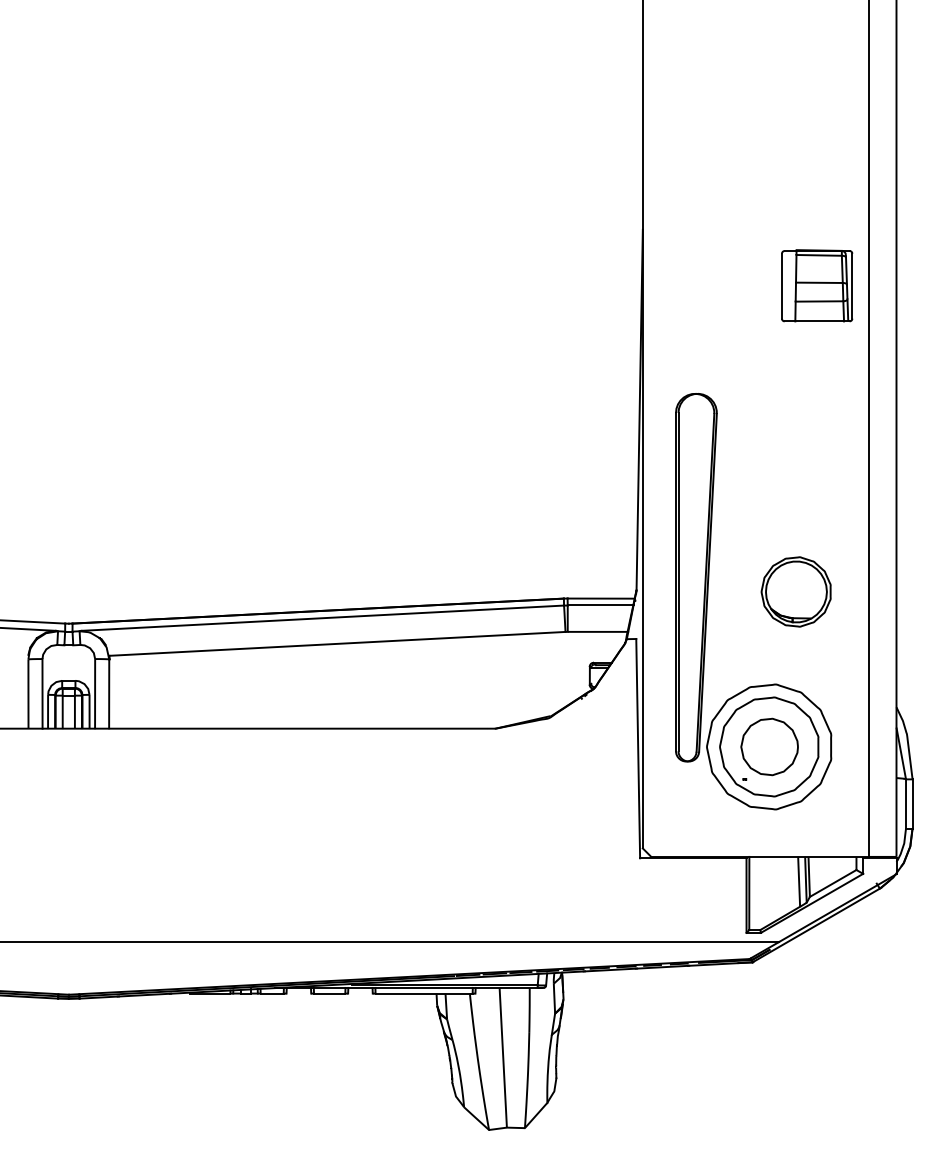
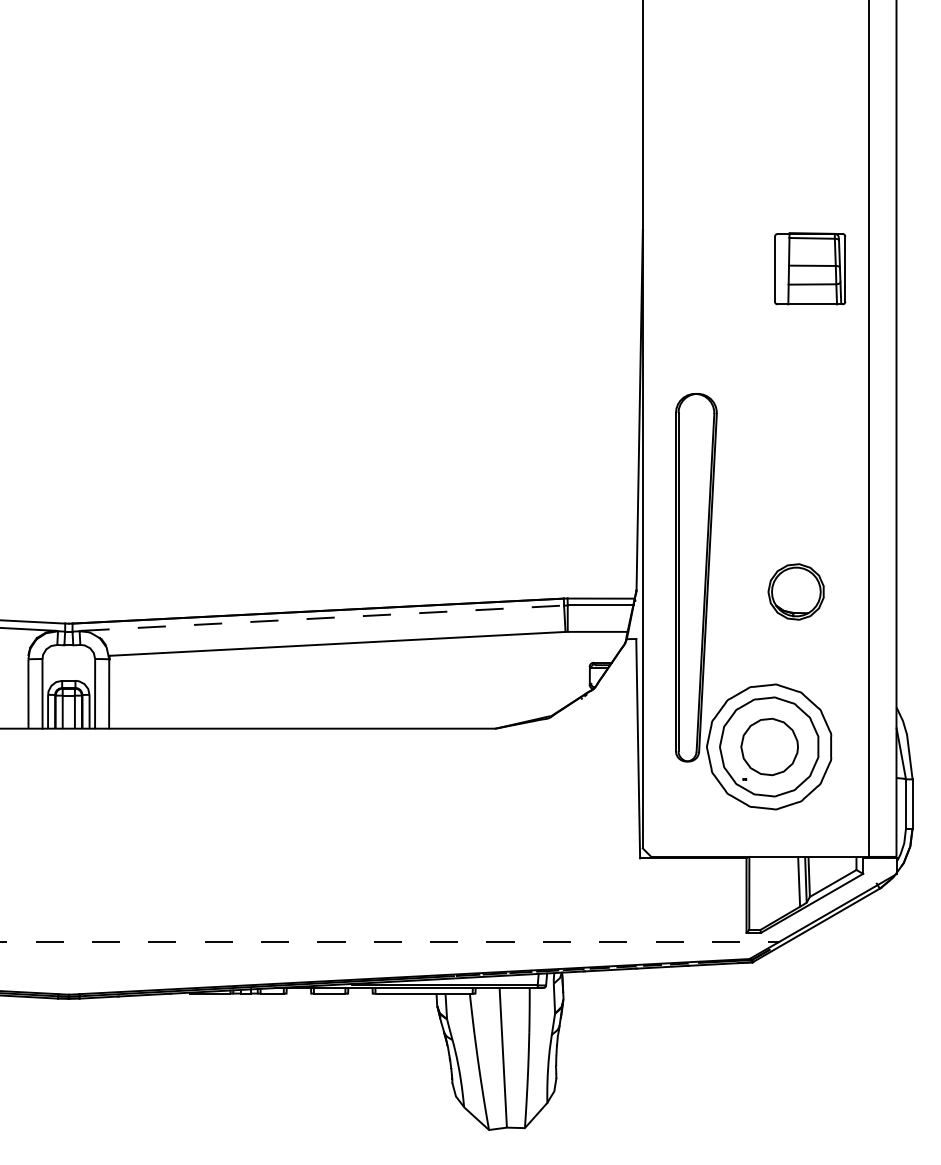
part at (817, 285) position: (817, 285) -> (810, 268)
part at (795, 591) size: 72x72 px -> 58x58 px
line at (322, 618): solid -> dashed
line at (390, 942): solid -> dashed
